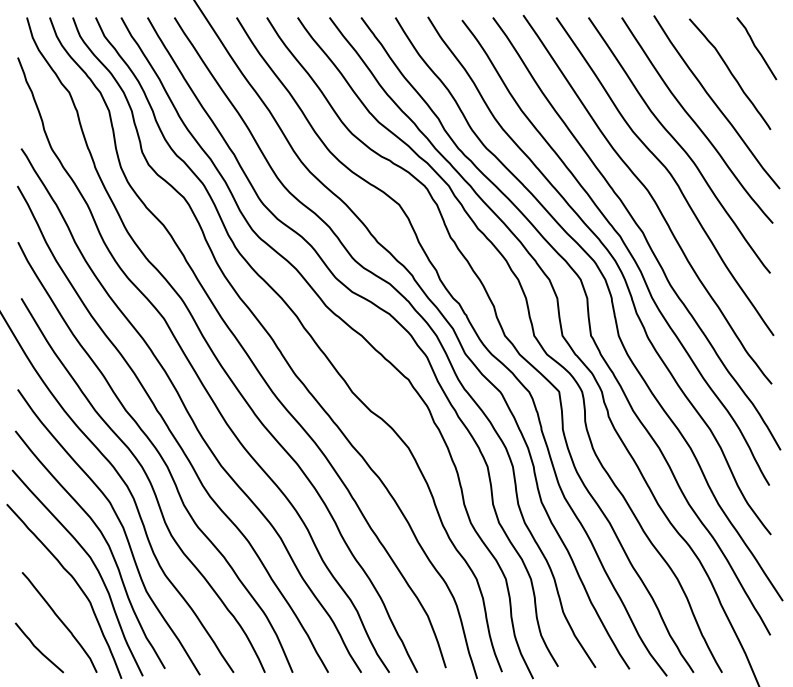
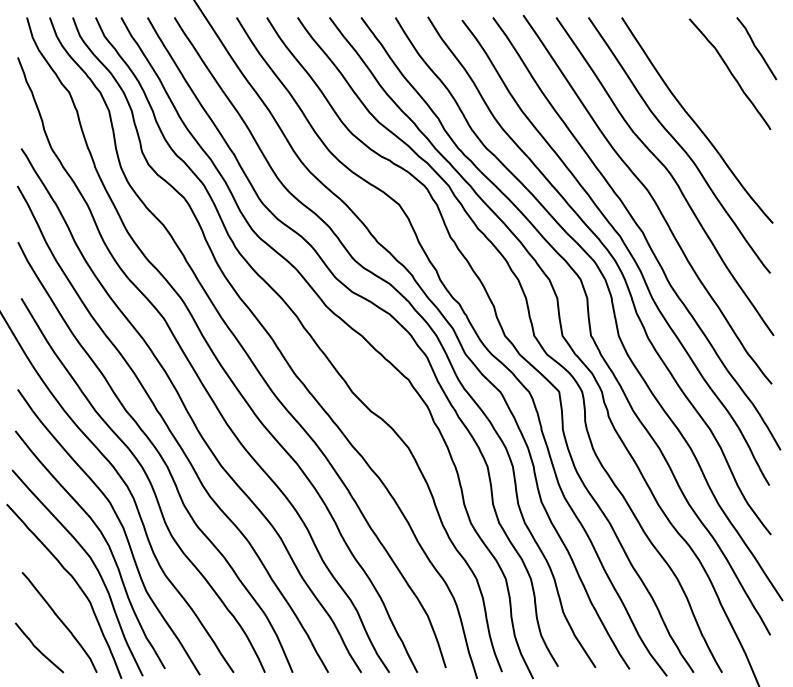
curve at (715, 102): present -> none
